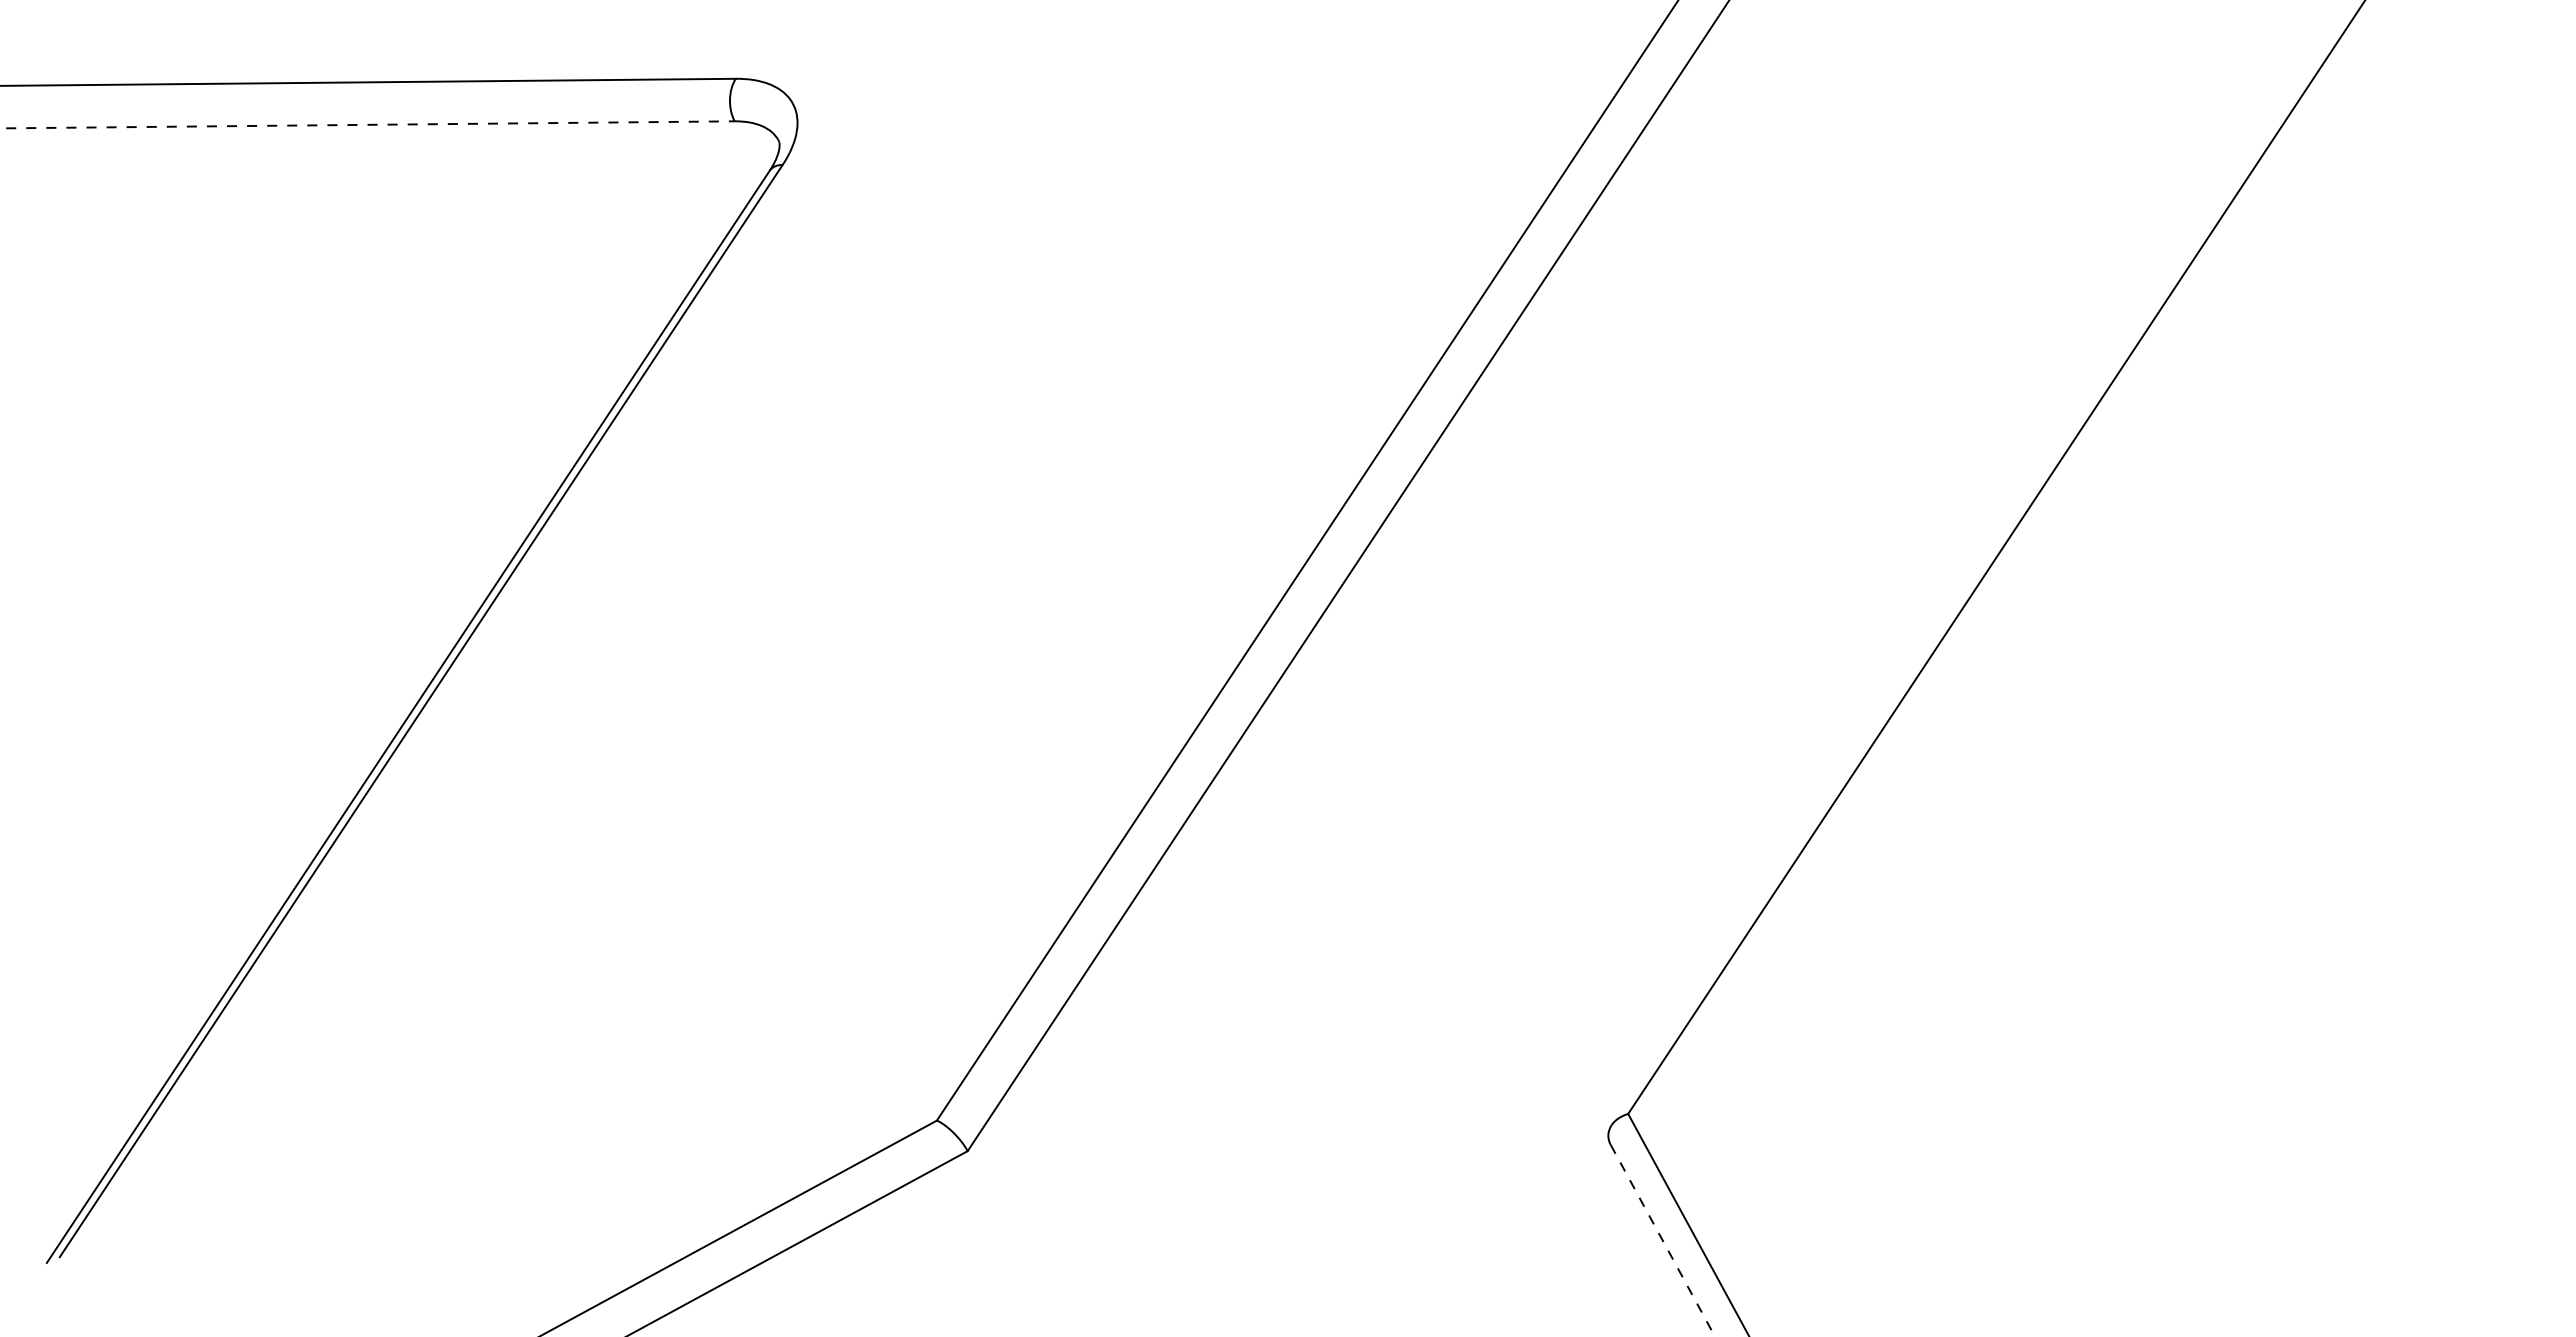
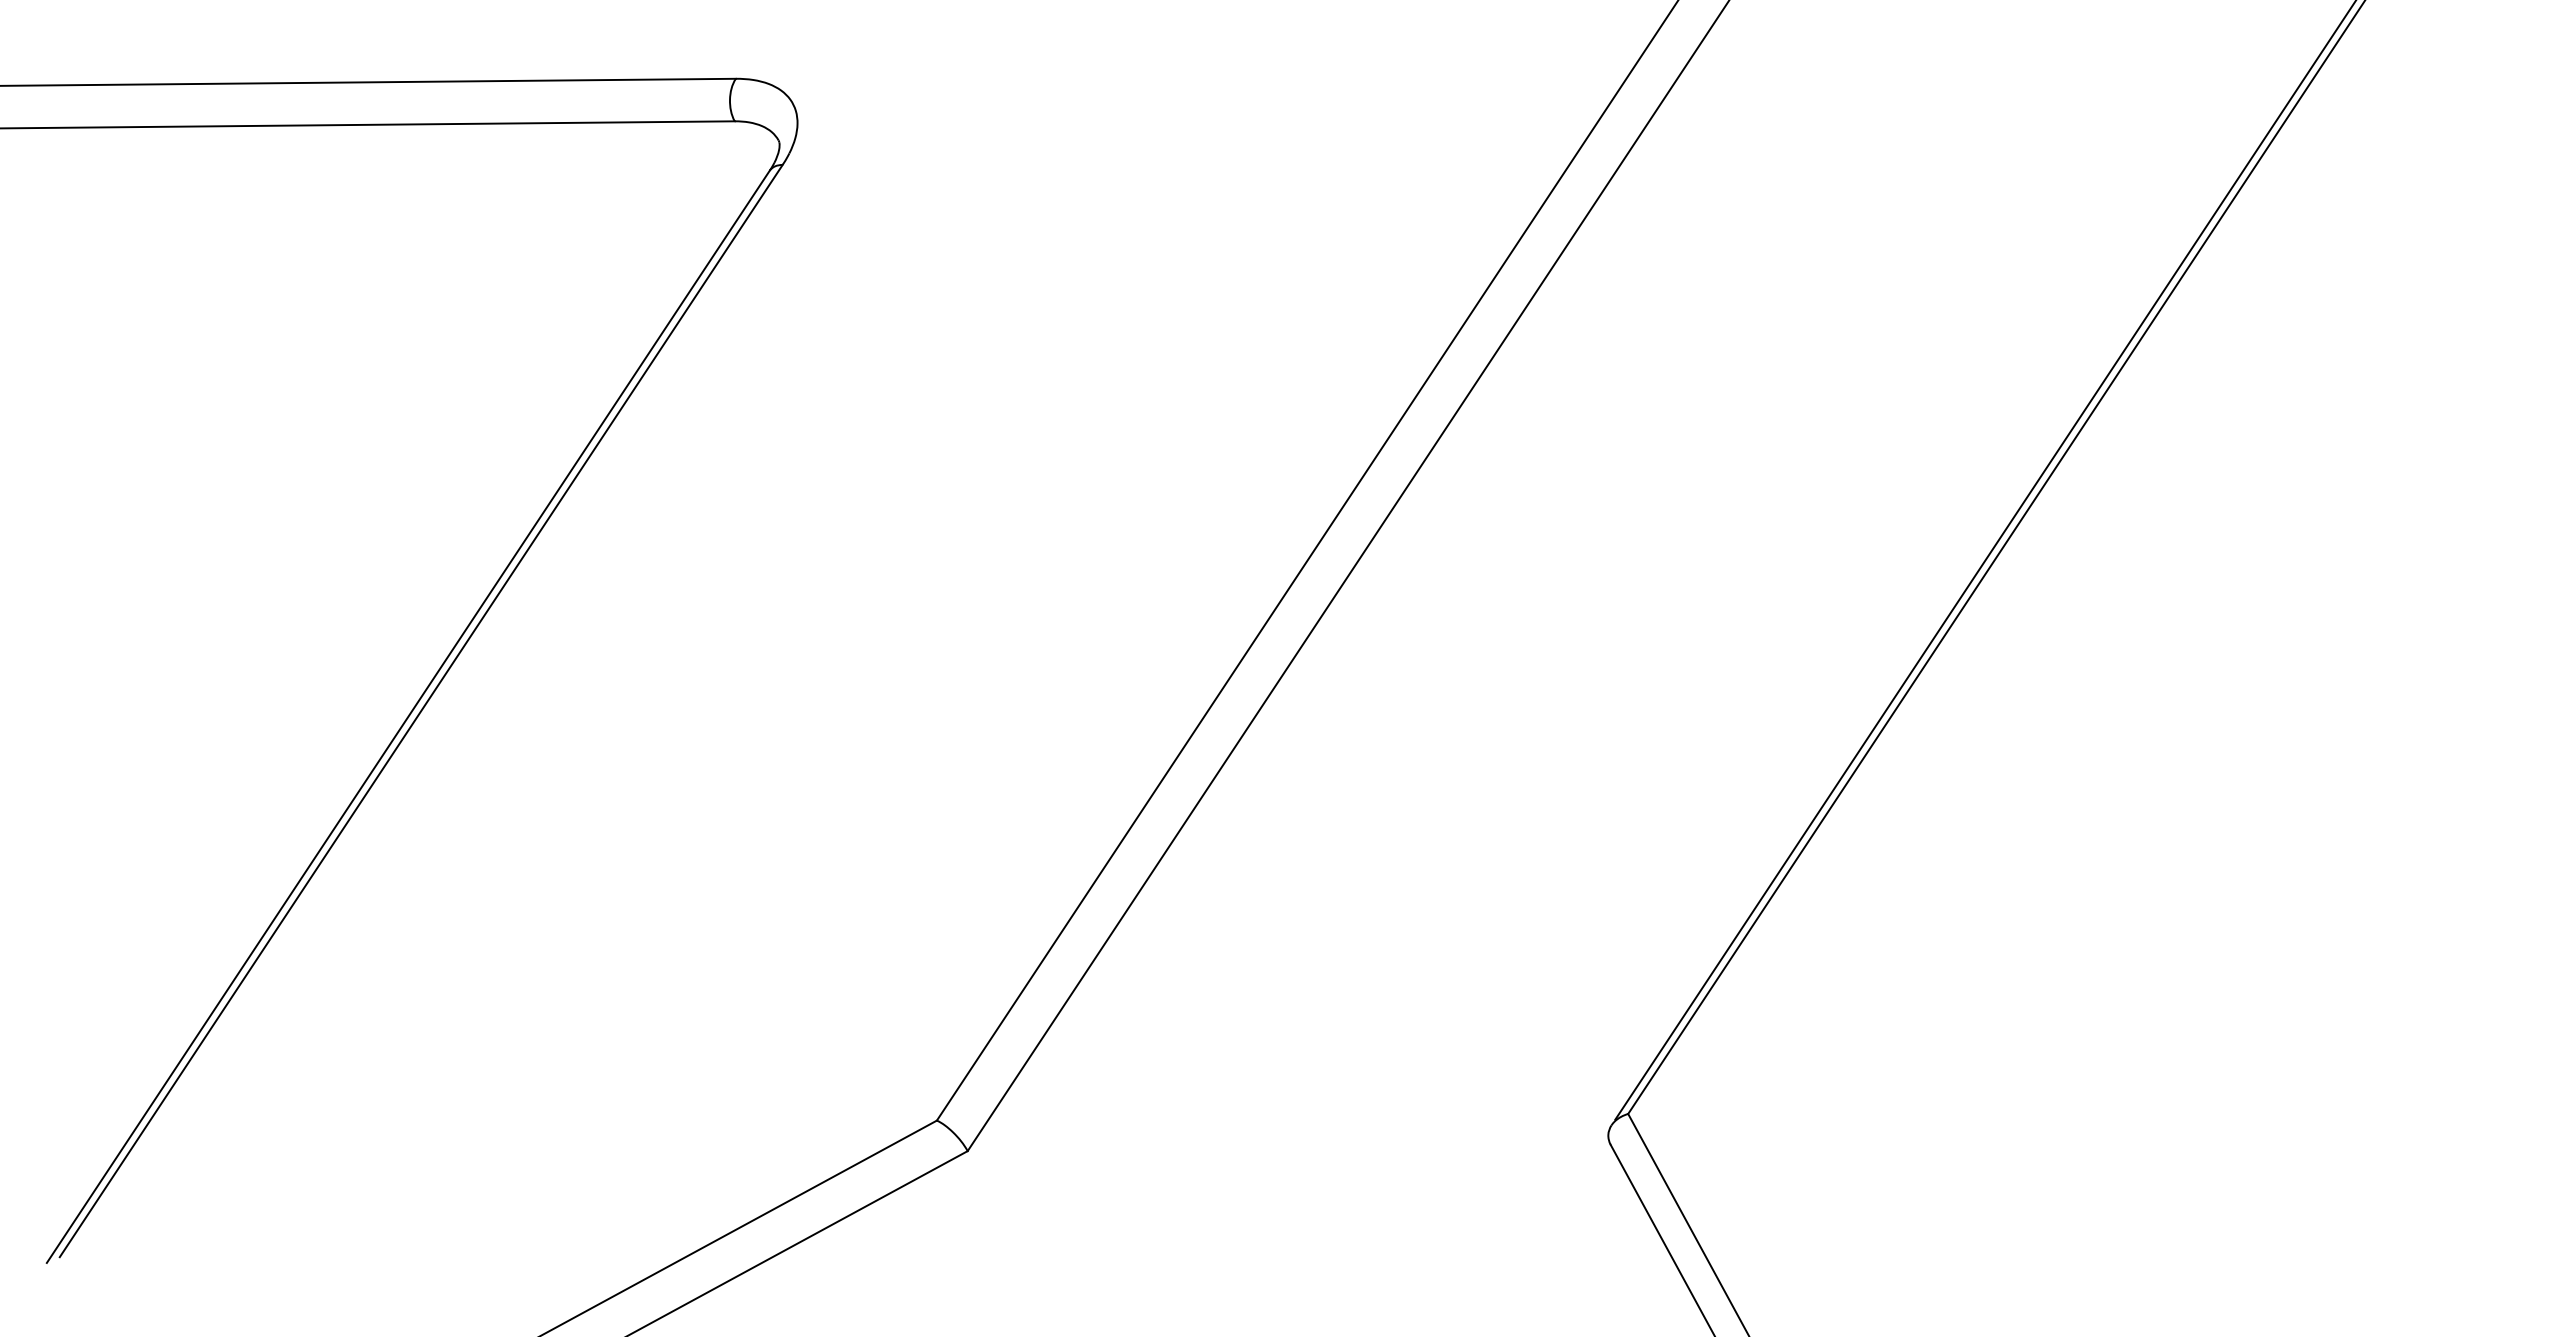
line at (367, 124): dashed -> solid
line at (1984, 560): none -> present
line at (1662, 1240): dashed -> solid
